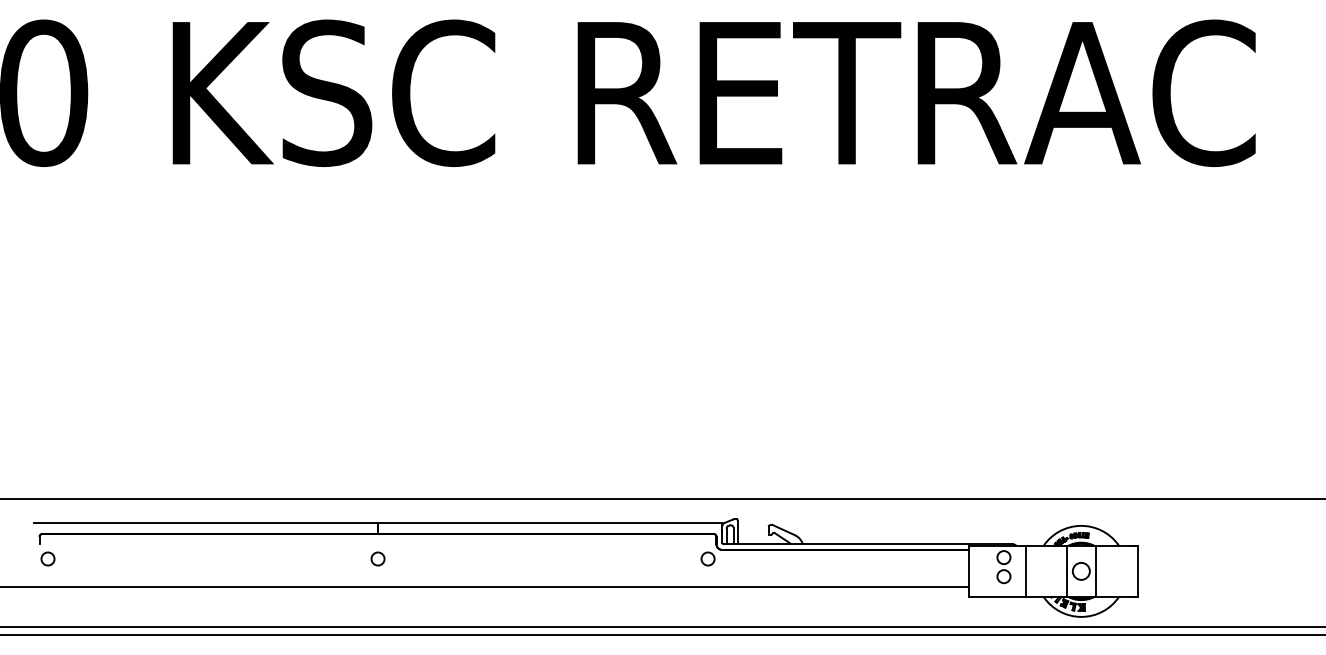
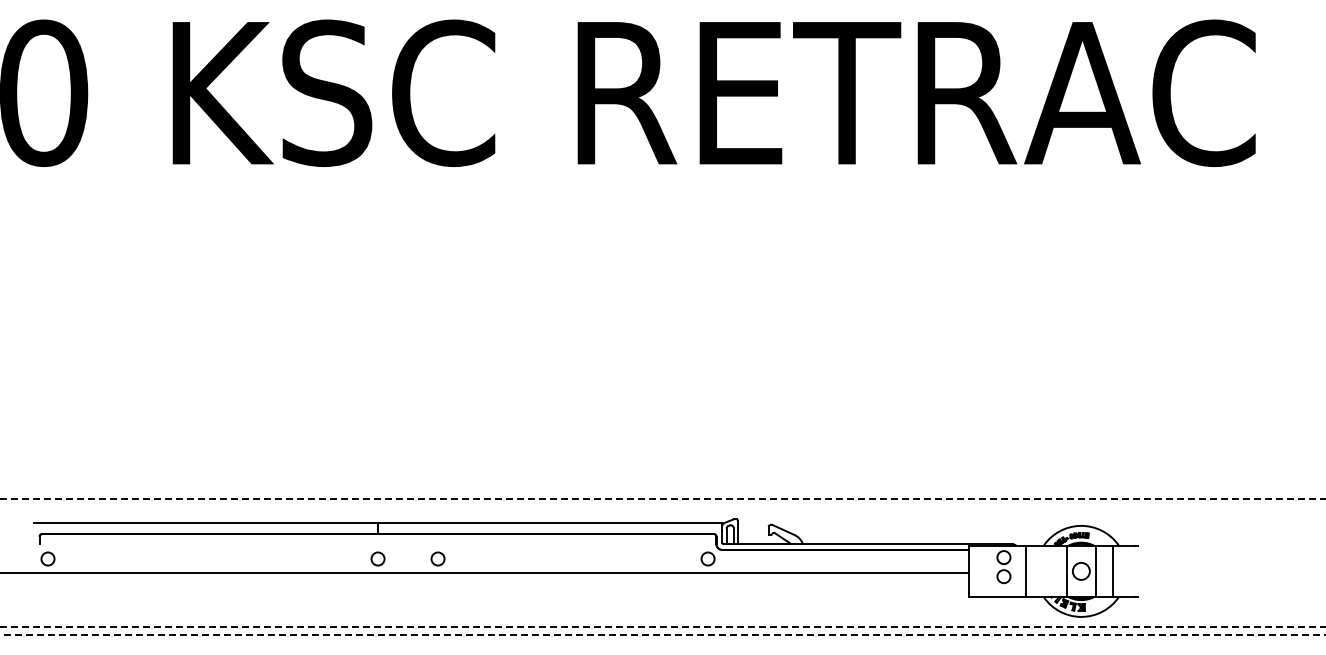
line at (662, 498): solid -> dashed
circle at (437, 558): none -> present
line at (1138, 571) position: (1138, 571) -> (1113, 571)
line at (485, 586) position: (485, 586) -> (485, 572)
line at (662, 626): solid -> dashed
line at (663, 635): solid -> dashed
